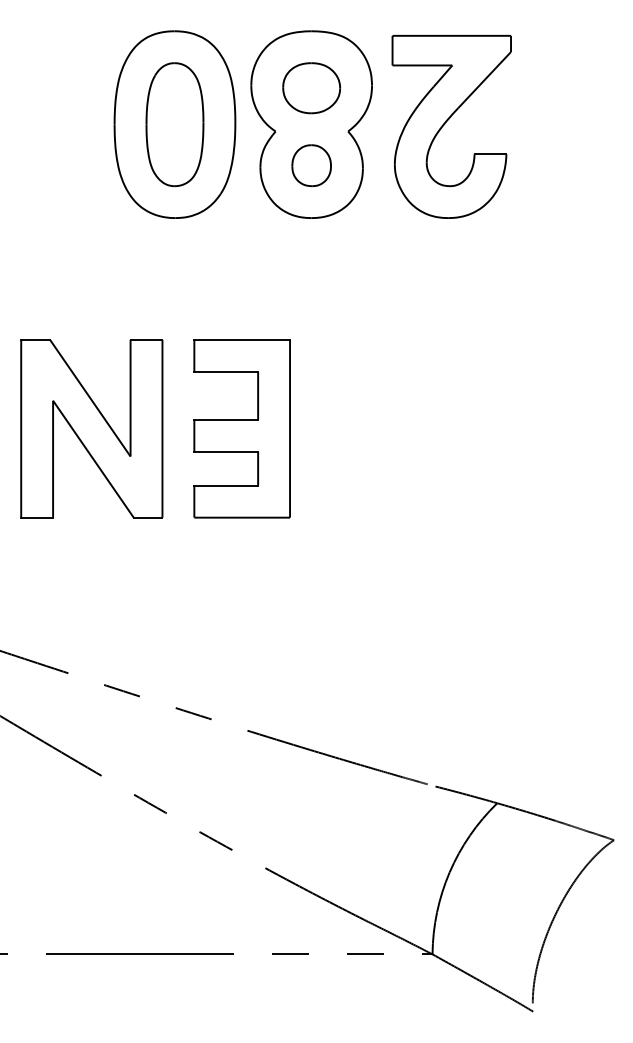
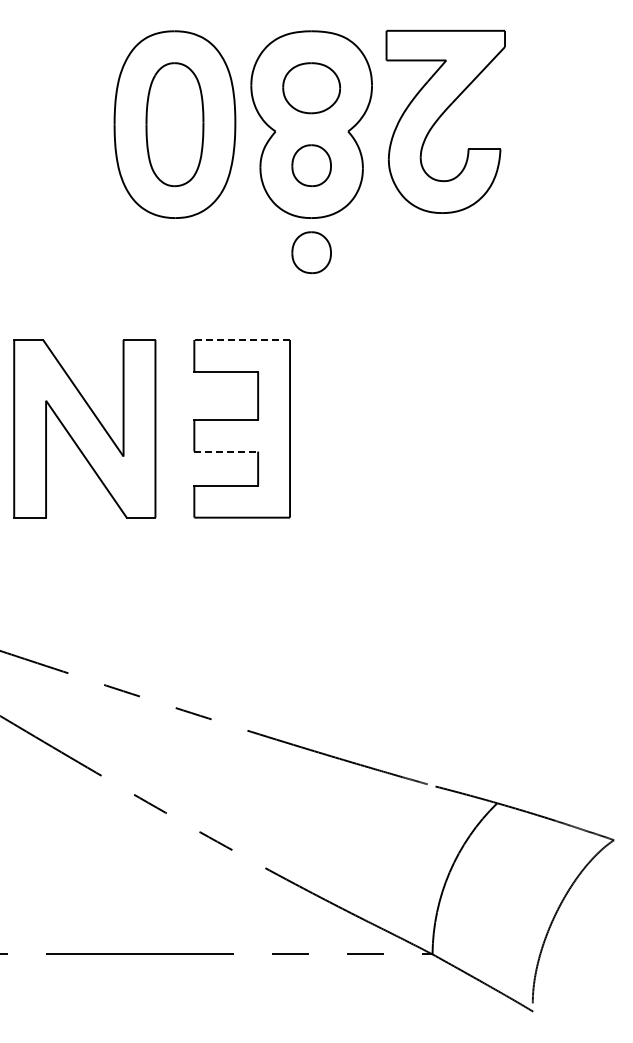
part at (445, 124) position: (445, 124) -> (439, 119)
part at (311, 252): none -> present
line at (242, 339): solid -> dashed
part at (91, 428) position: (91, 428) -> (84, 428)
line at (226, 451): solid -> dashed
